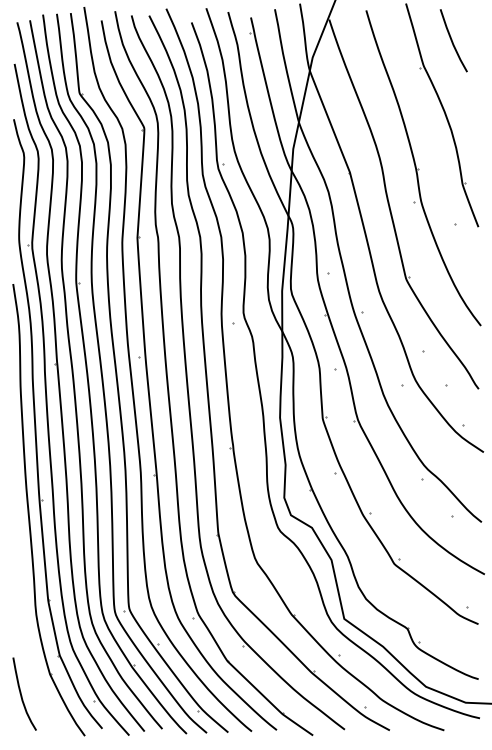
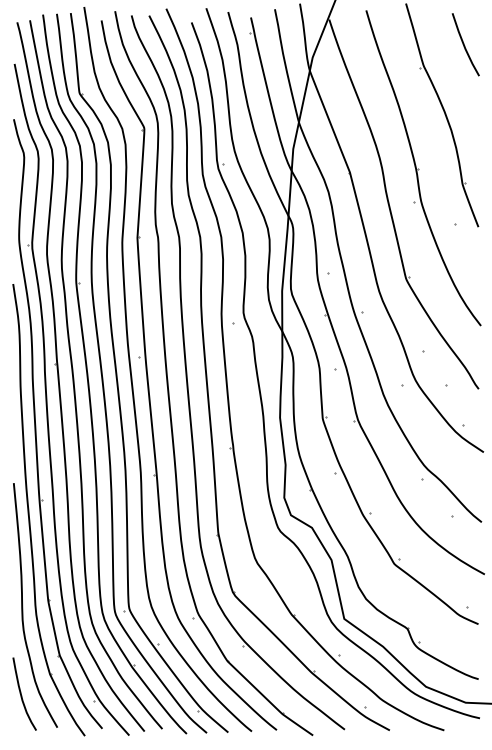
line at (452, 40) position: (452, 40) -> (464, 44)
curve at (23, 605): none -> present
